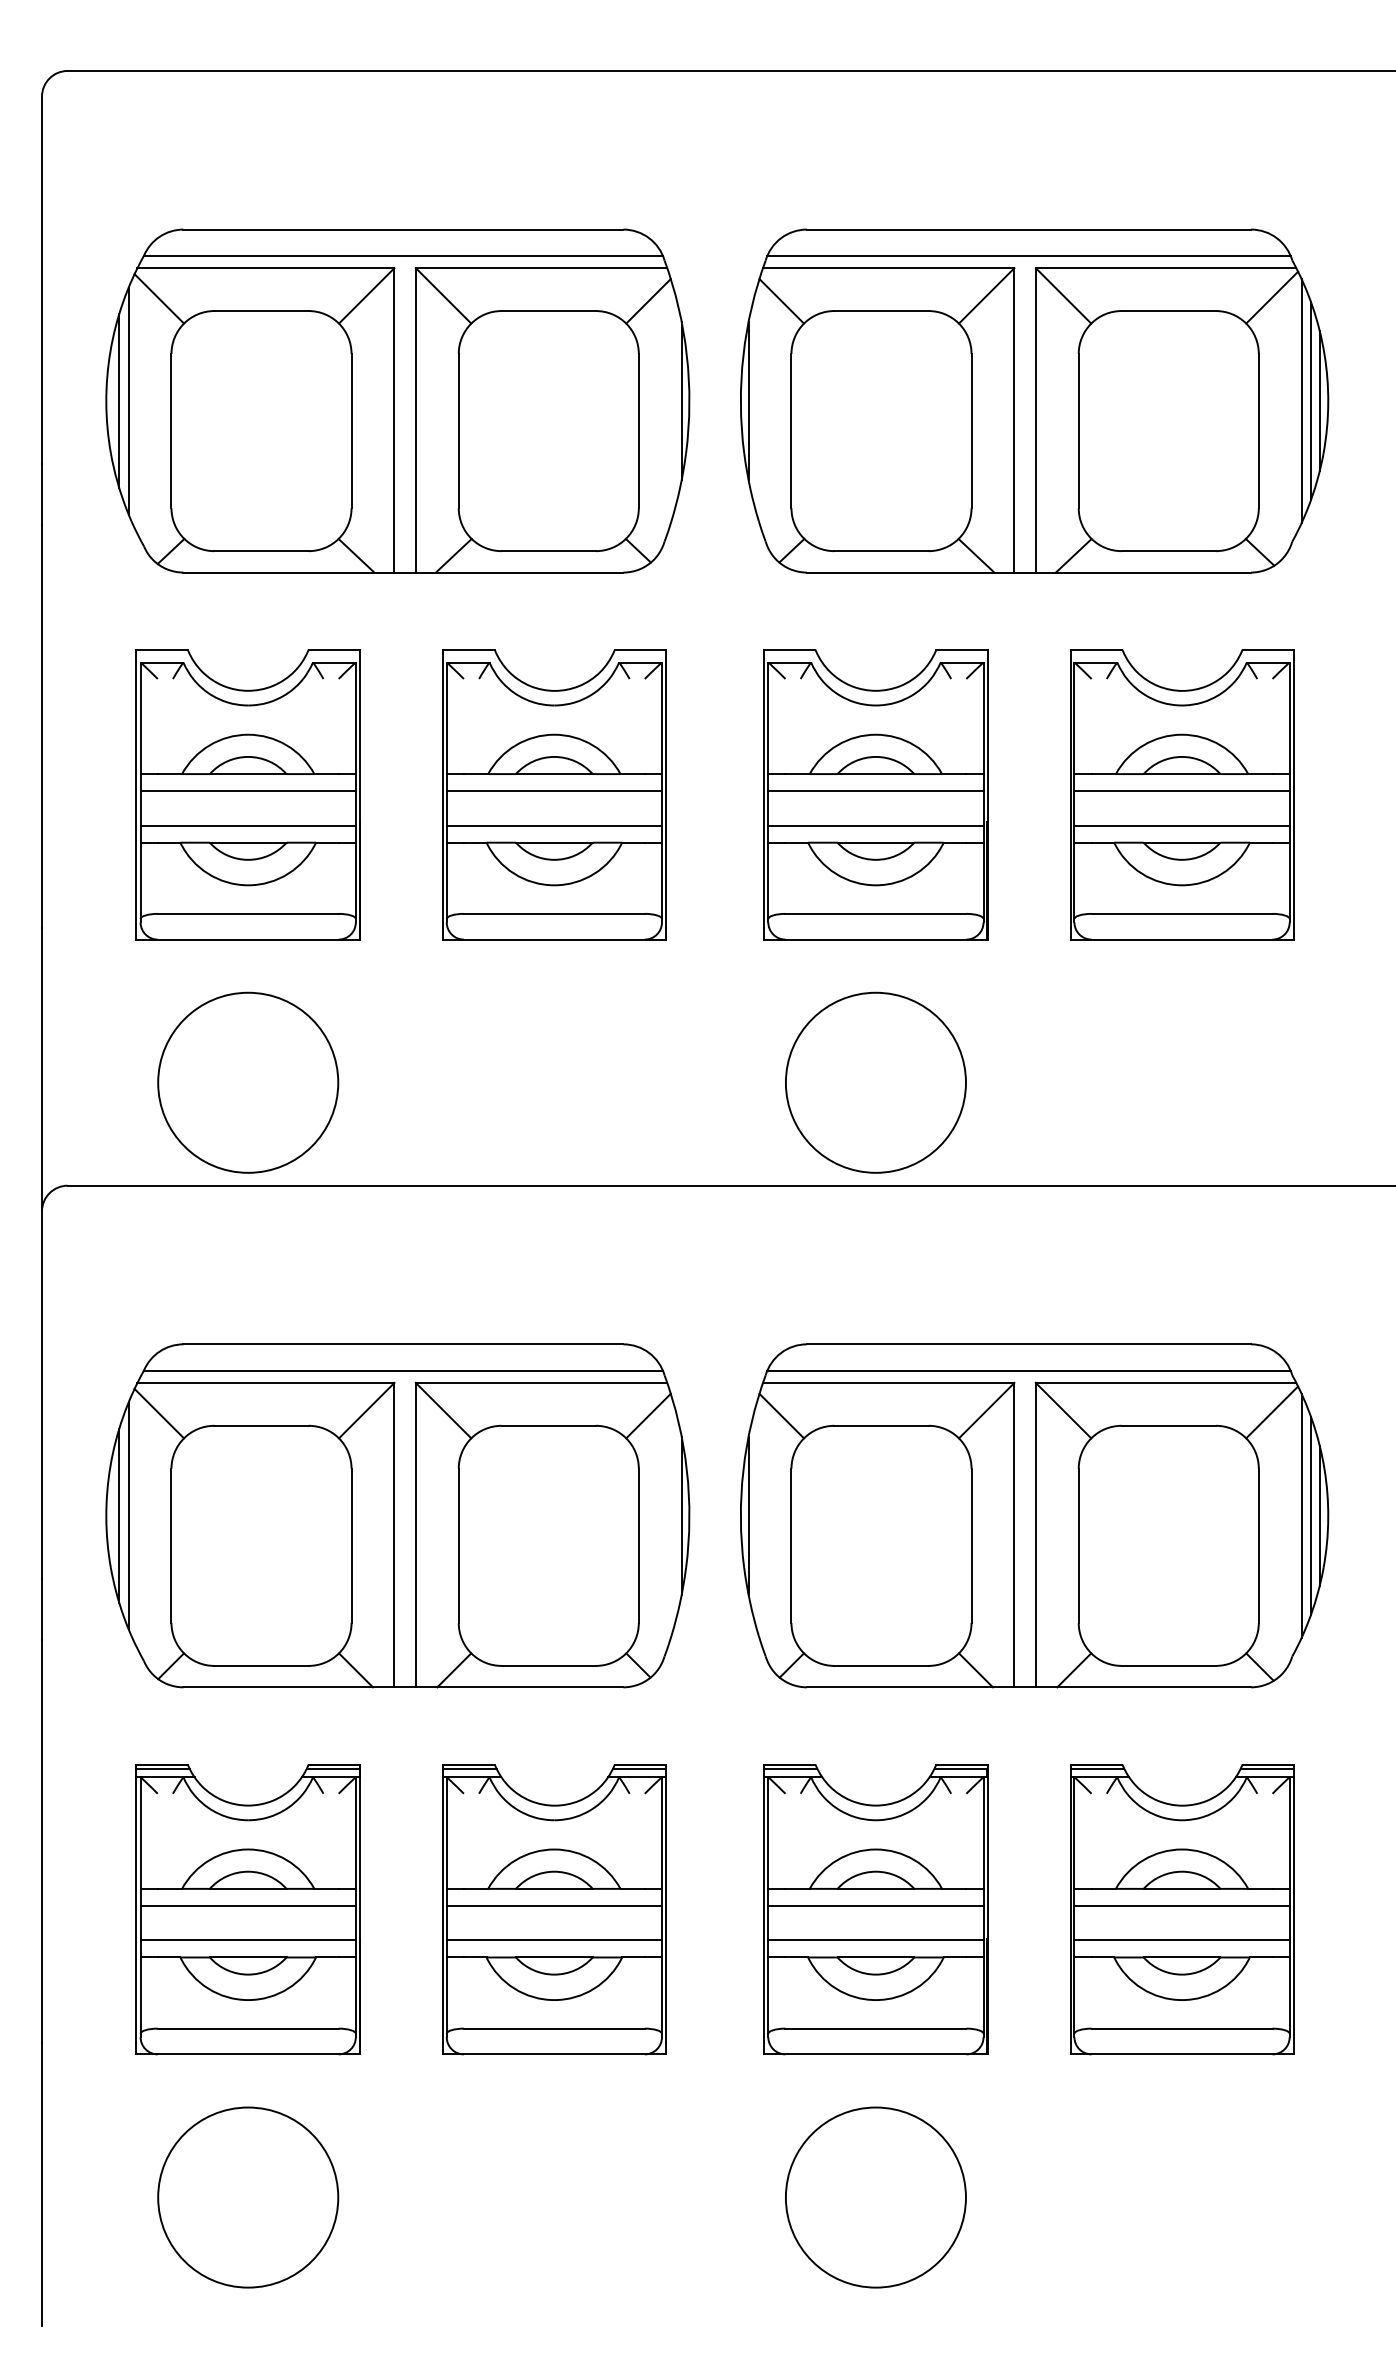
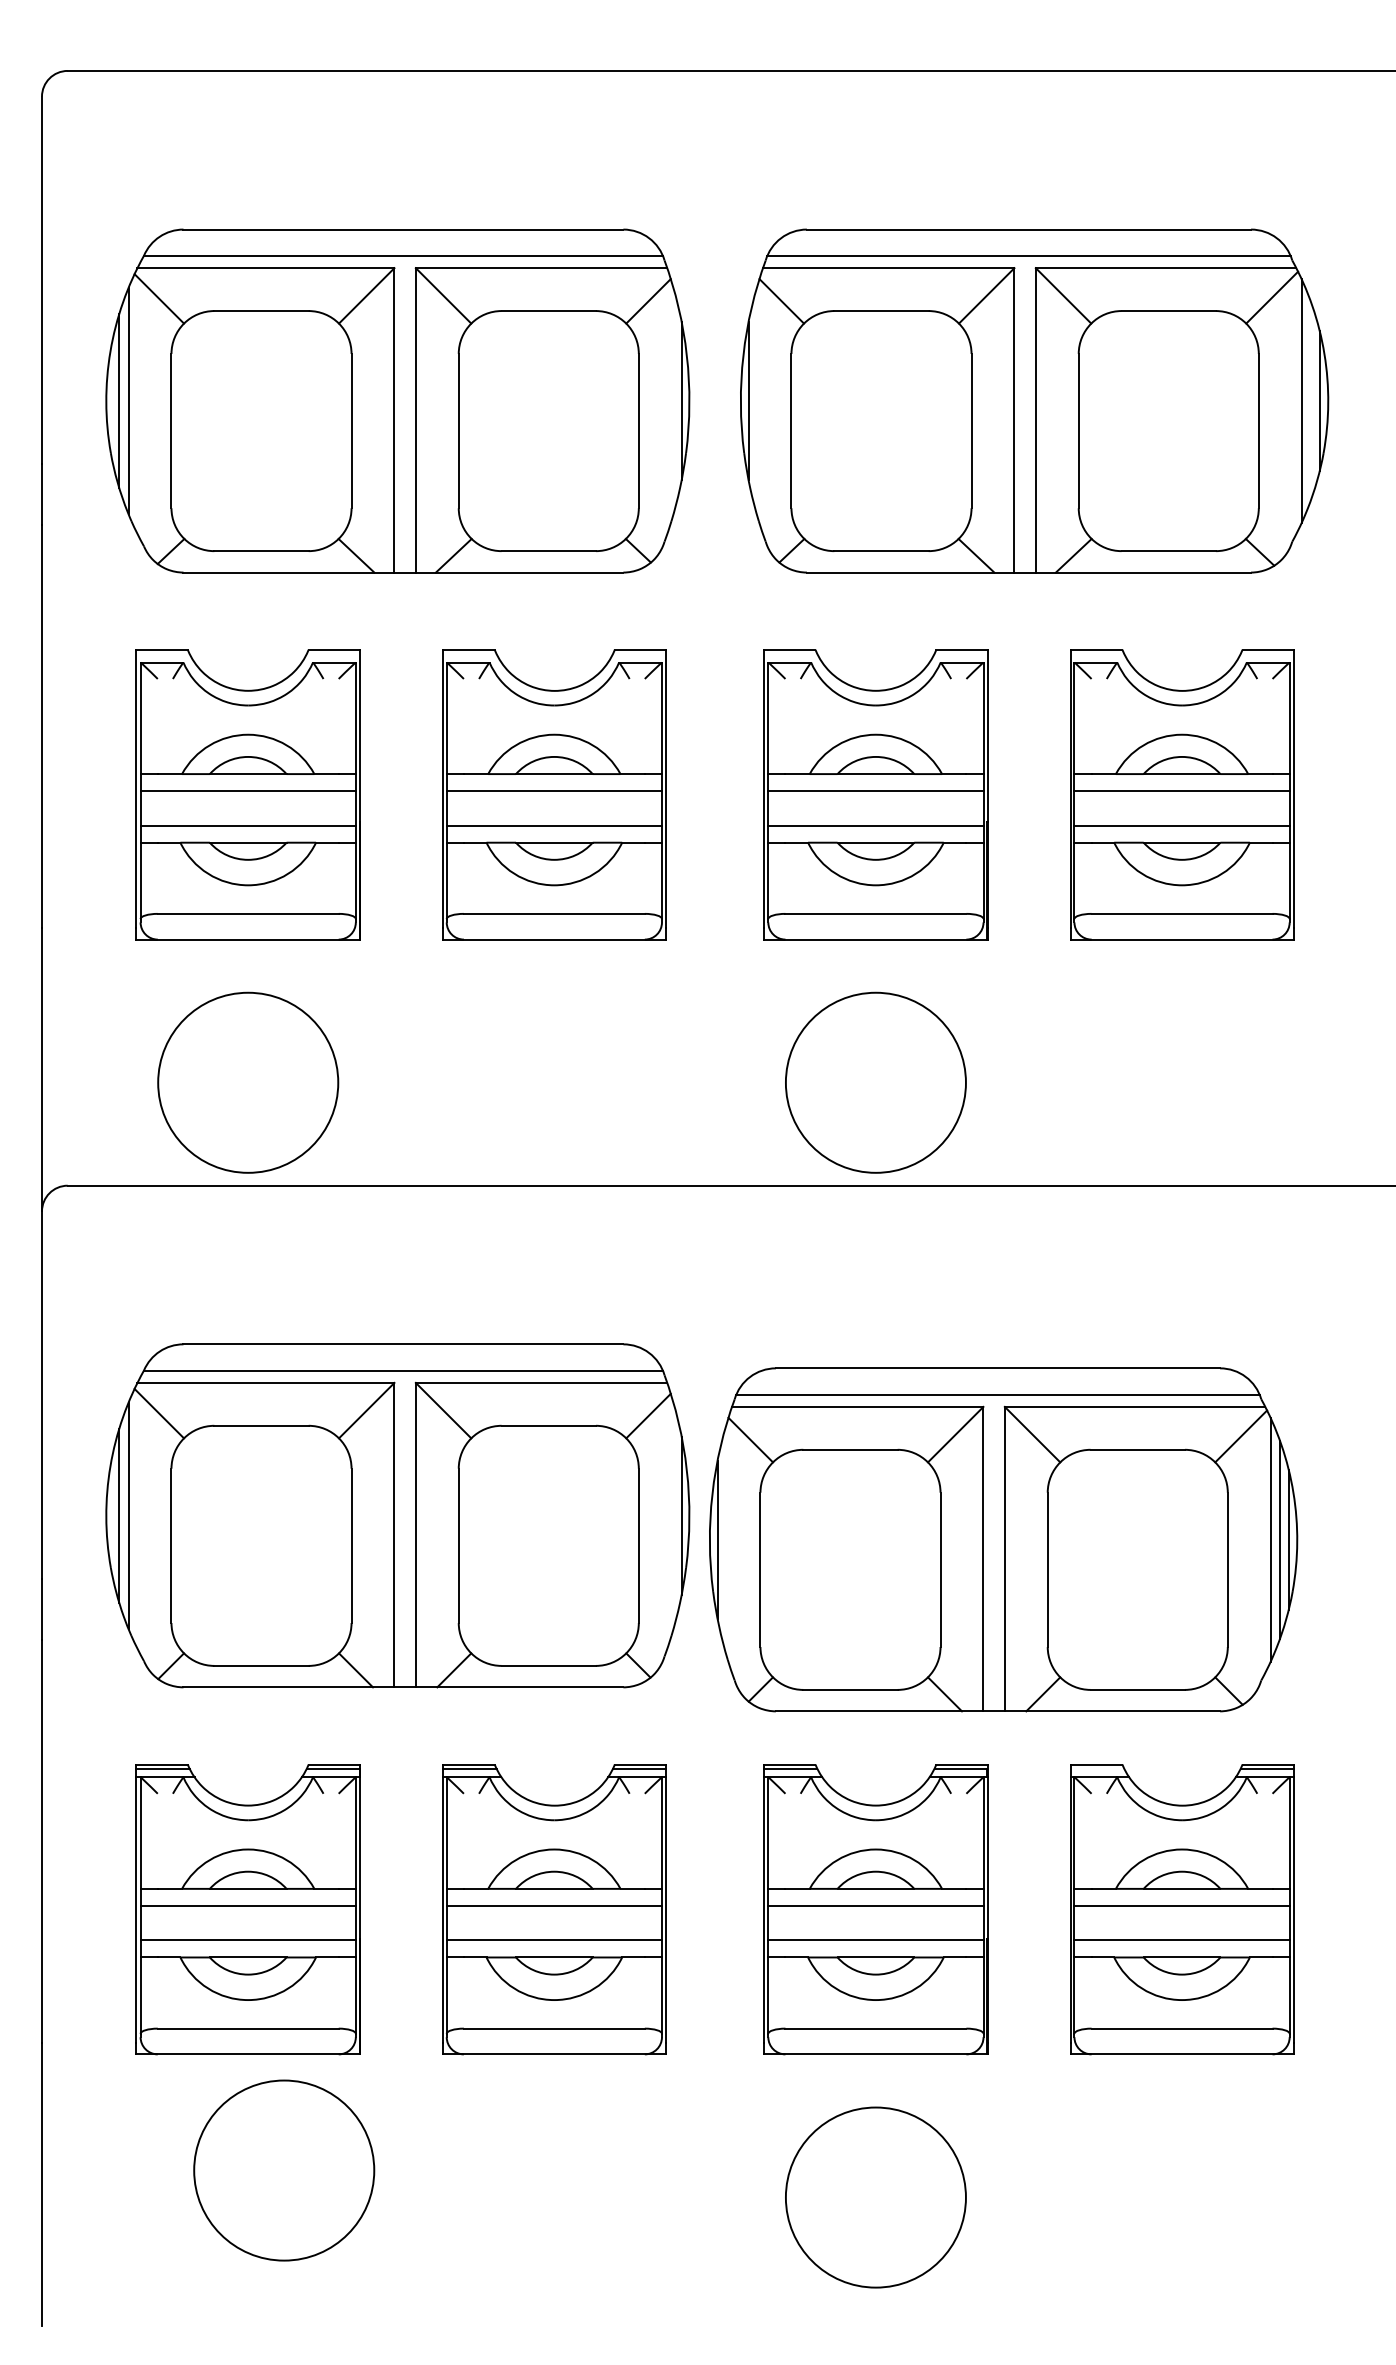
line at (1311, 400): present -> none
part at (1034, 1515) position: (1034, 1515) -> (1003, 1539)
line at (1097, 1769): present -> none
circle at (248, 2197) position: (248, 2197) -> (284, 2170)
